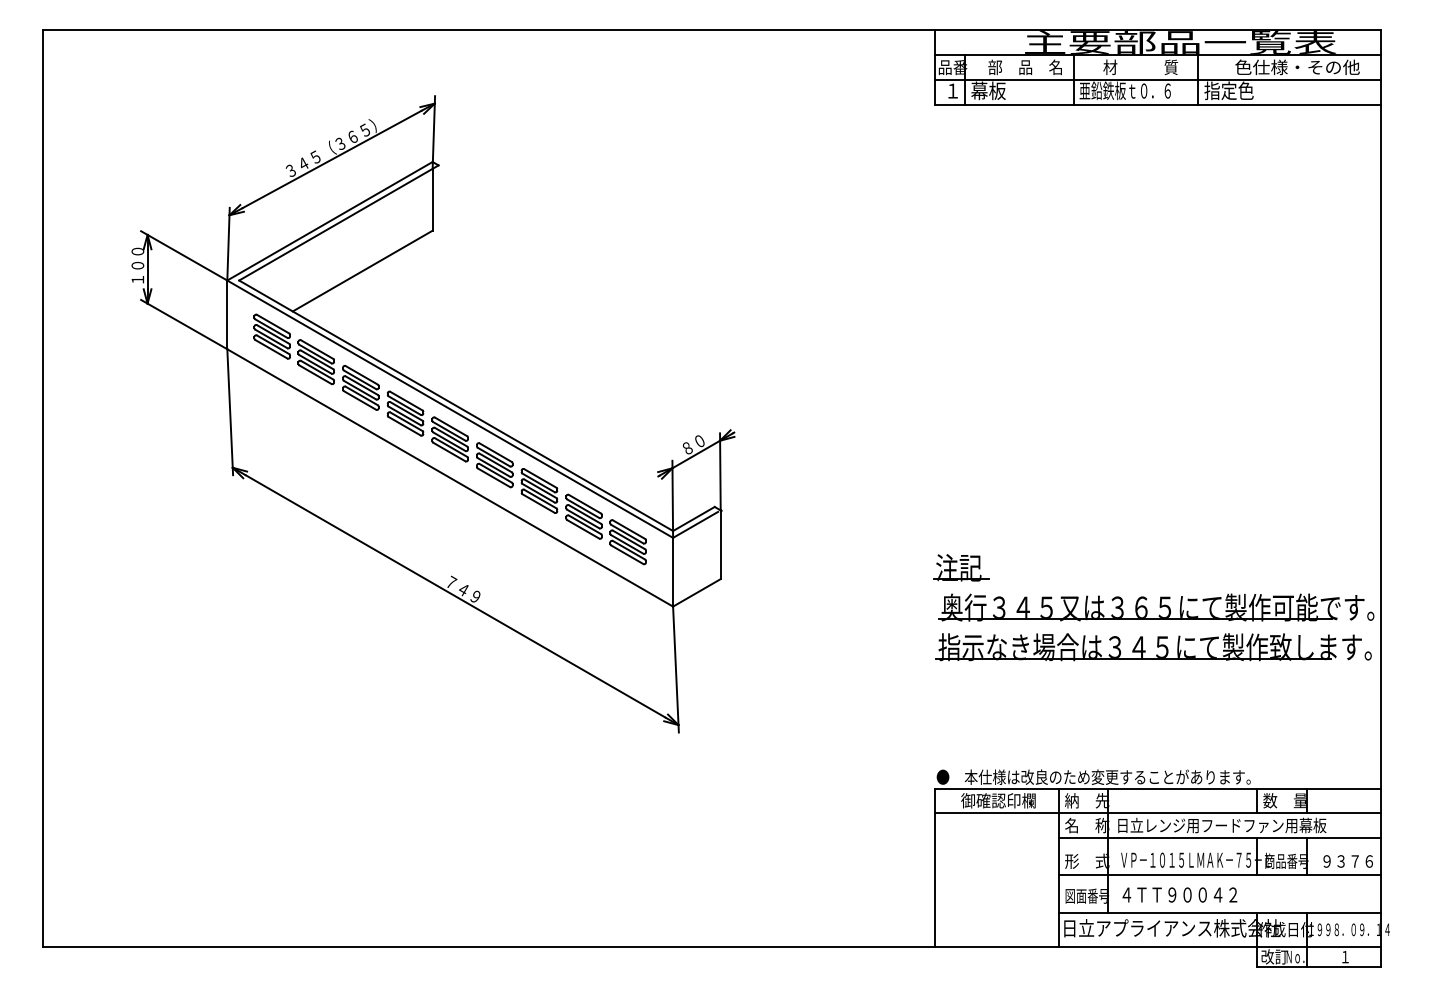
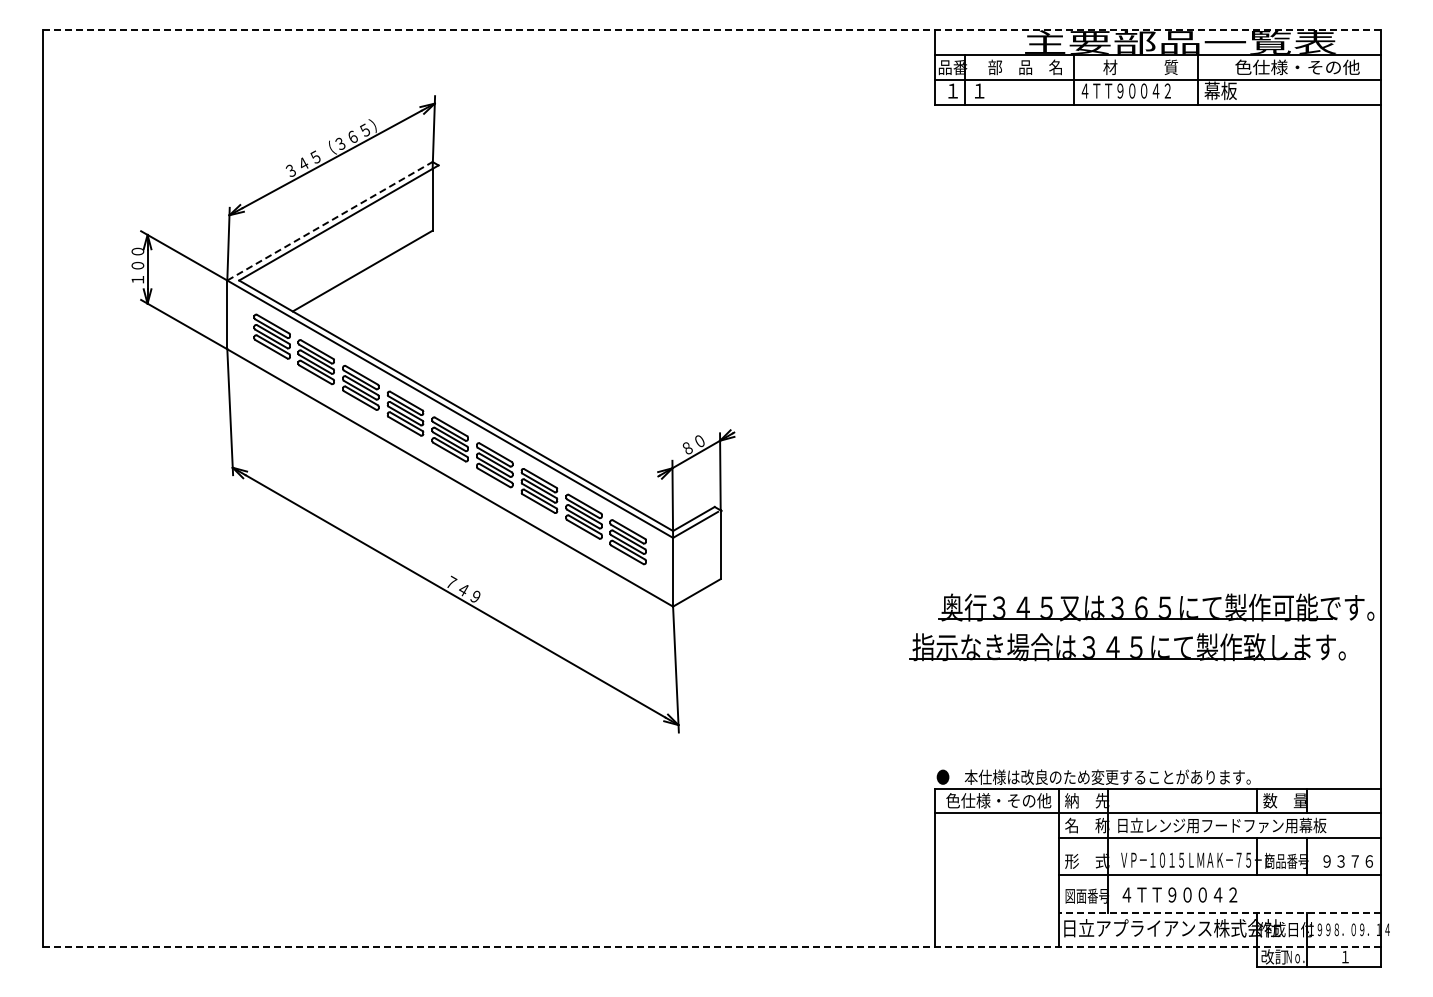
line at (711, 30): solid -> dashed
text at (988, 90): 幕板 -> １
text at (1124, 90): 亜鉛鉄板ｔ０．６ -> ４ＴＴ９００４２
text at (1228, 90): 指定色 -> 幕板
line at (329, 221): solid -> dashed
part at (961, 567): present -> none
part at (1153, 647) position: (1153, 647) -> (1127, 647)
text at (998, 800): 御確認印欄 -> 色仕様・その他
line at (1219, 912): solid -> dashed
line at (711, 947): solid -> dashed
